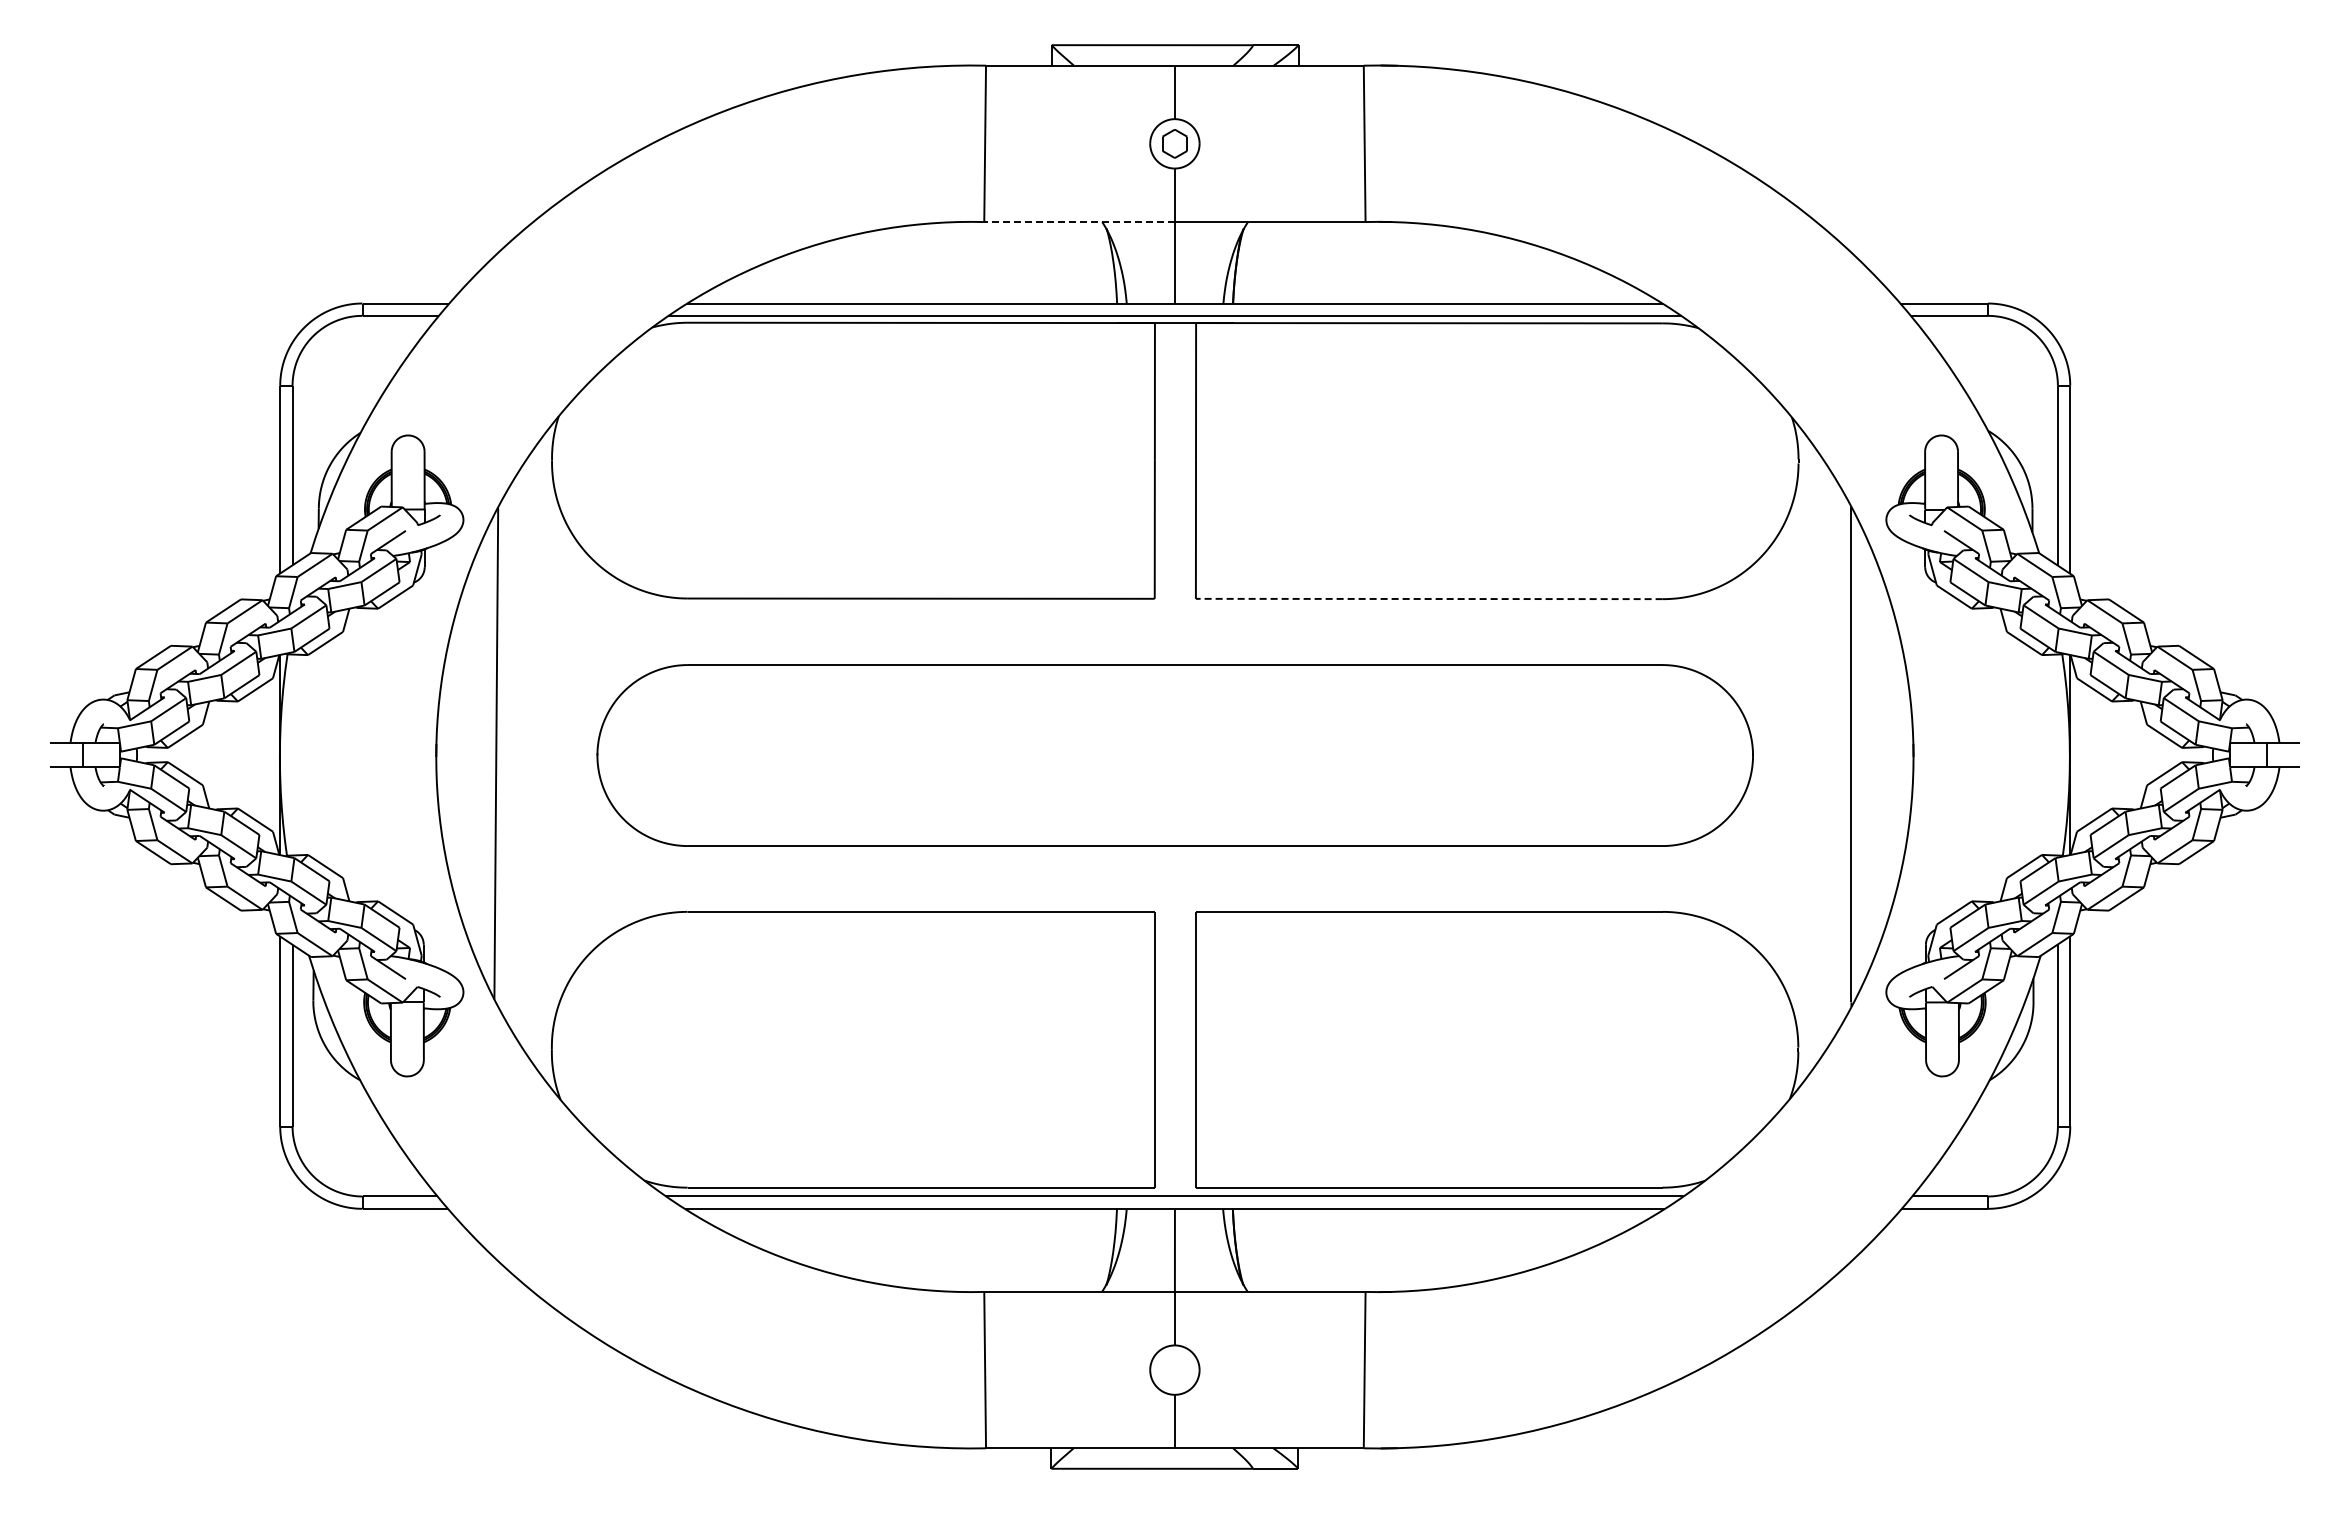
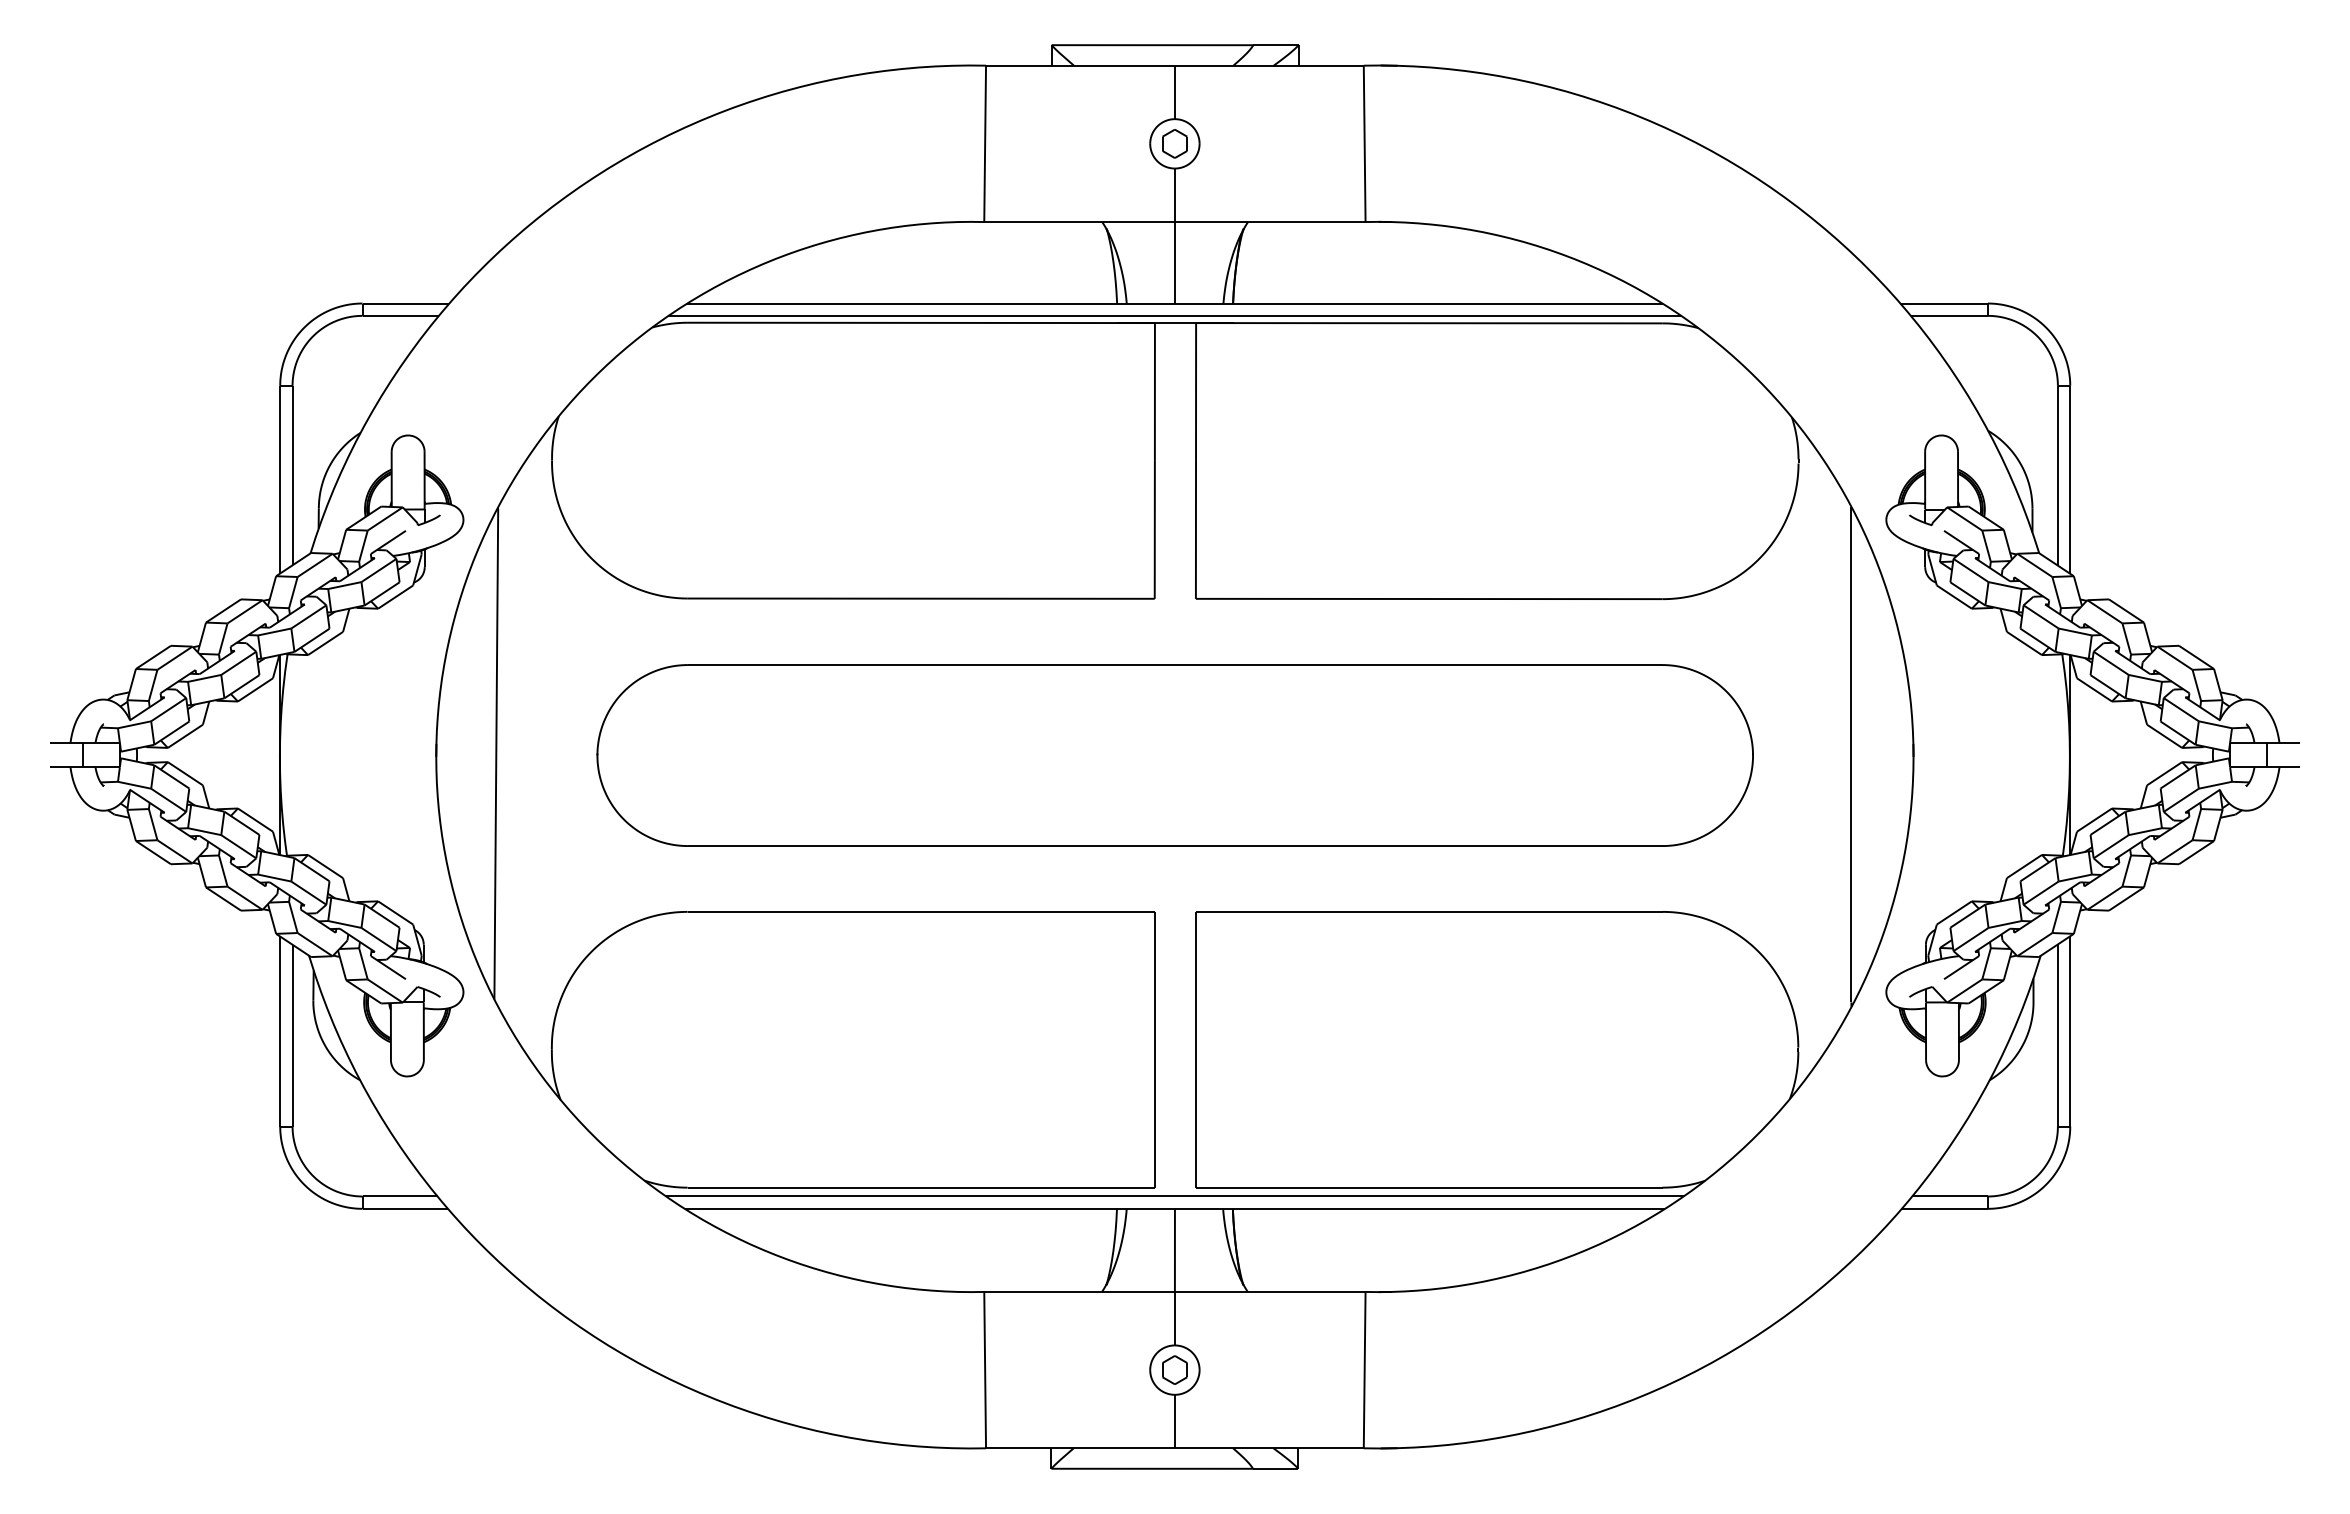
line at (1079, 222): dashed -> solid
line at (1428, 599): dashed -> solid
part at (1174, 1369): none -> present
